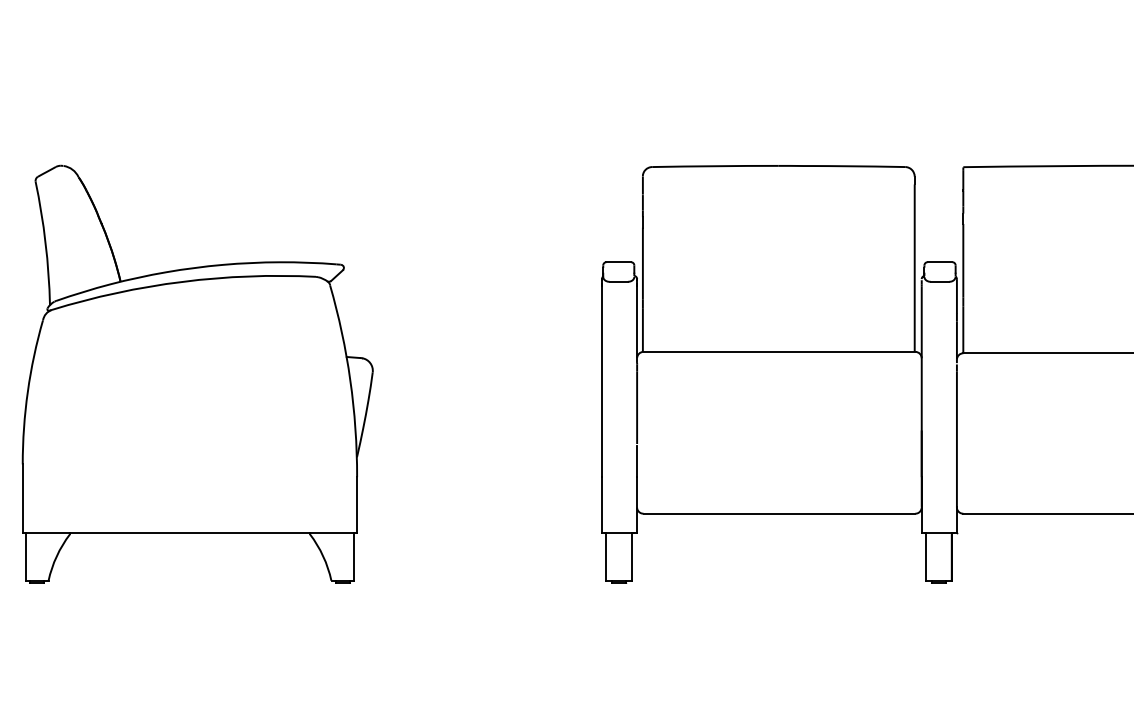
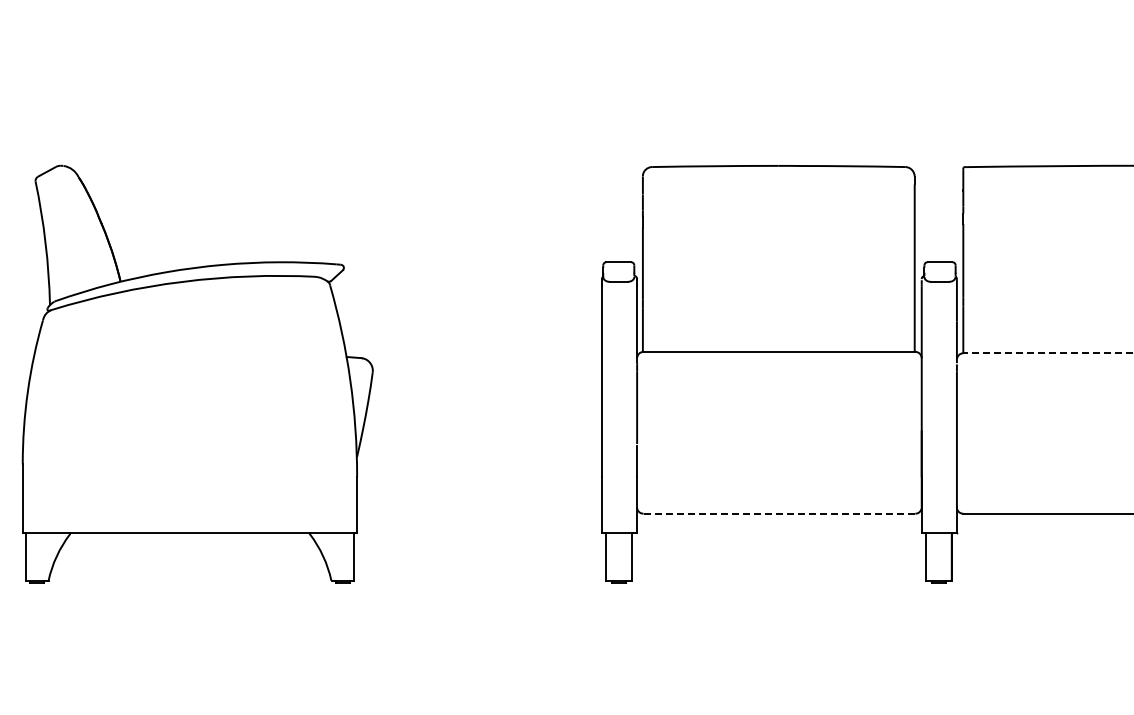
line at (1048, 353): solid -> dashed
line at (779, 513): solid -> dashed
